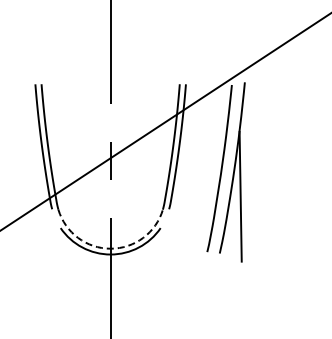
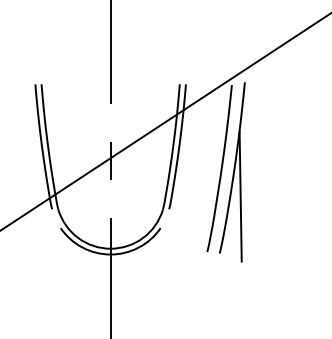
arc at (110, 248): dashed -> solid
